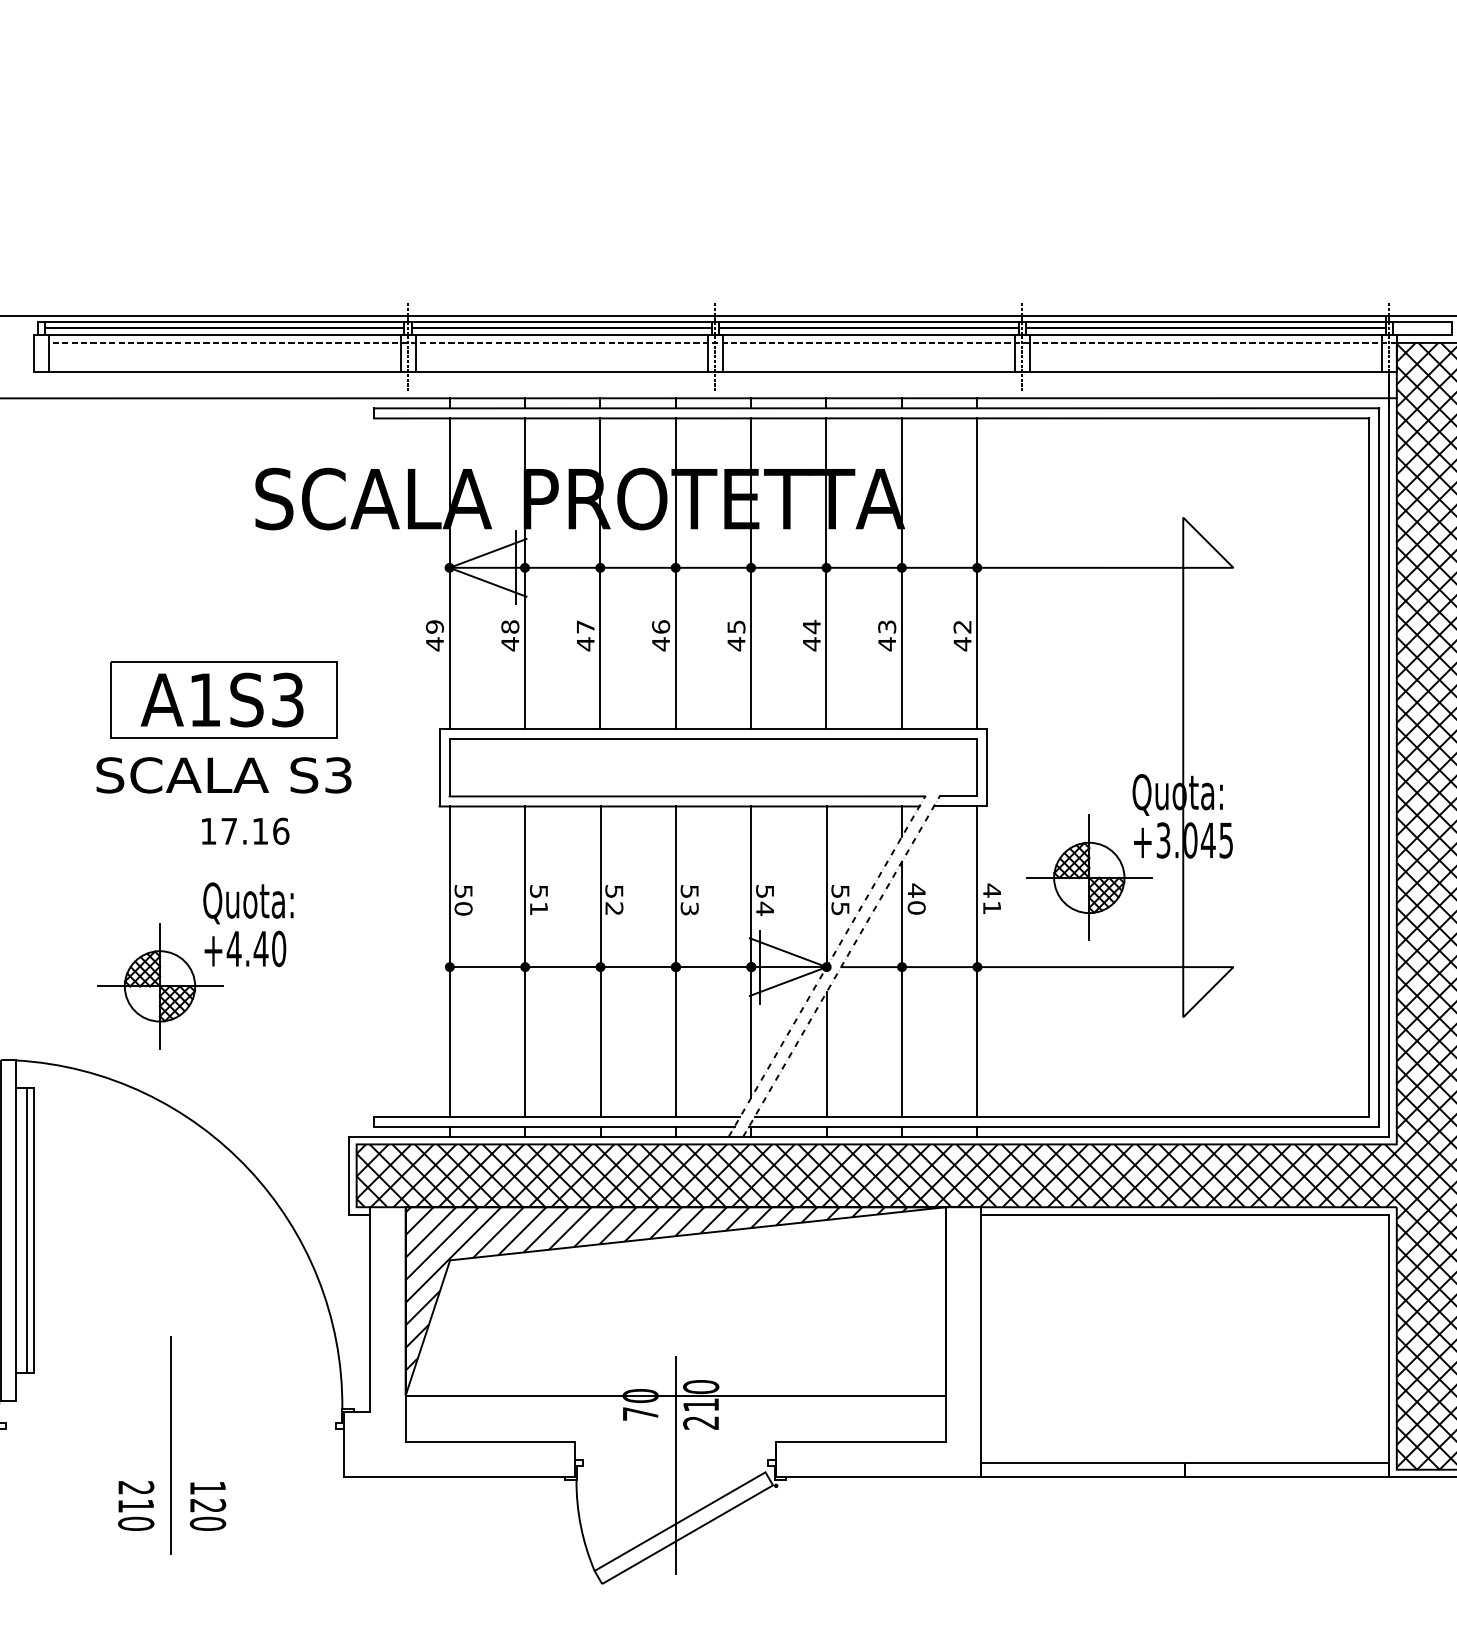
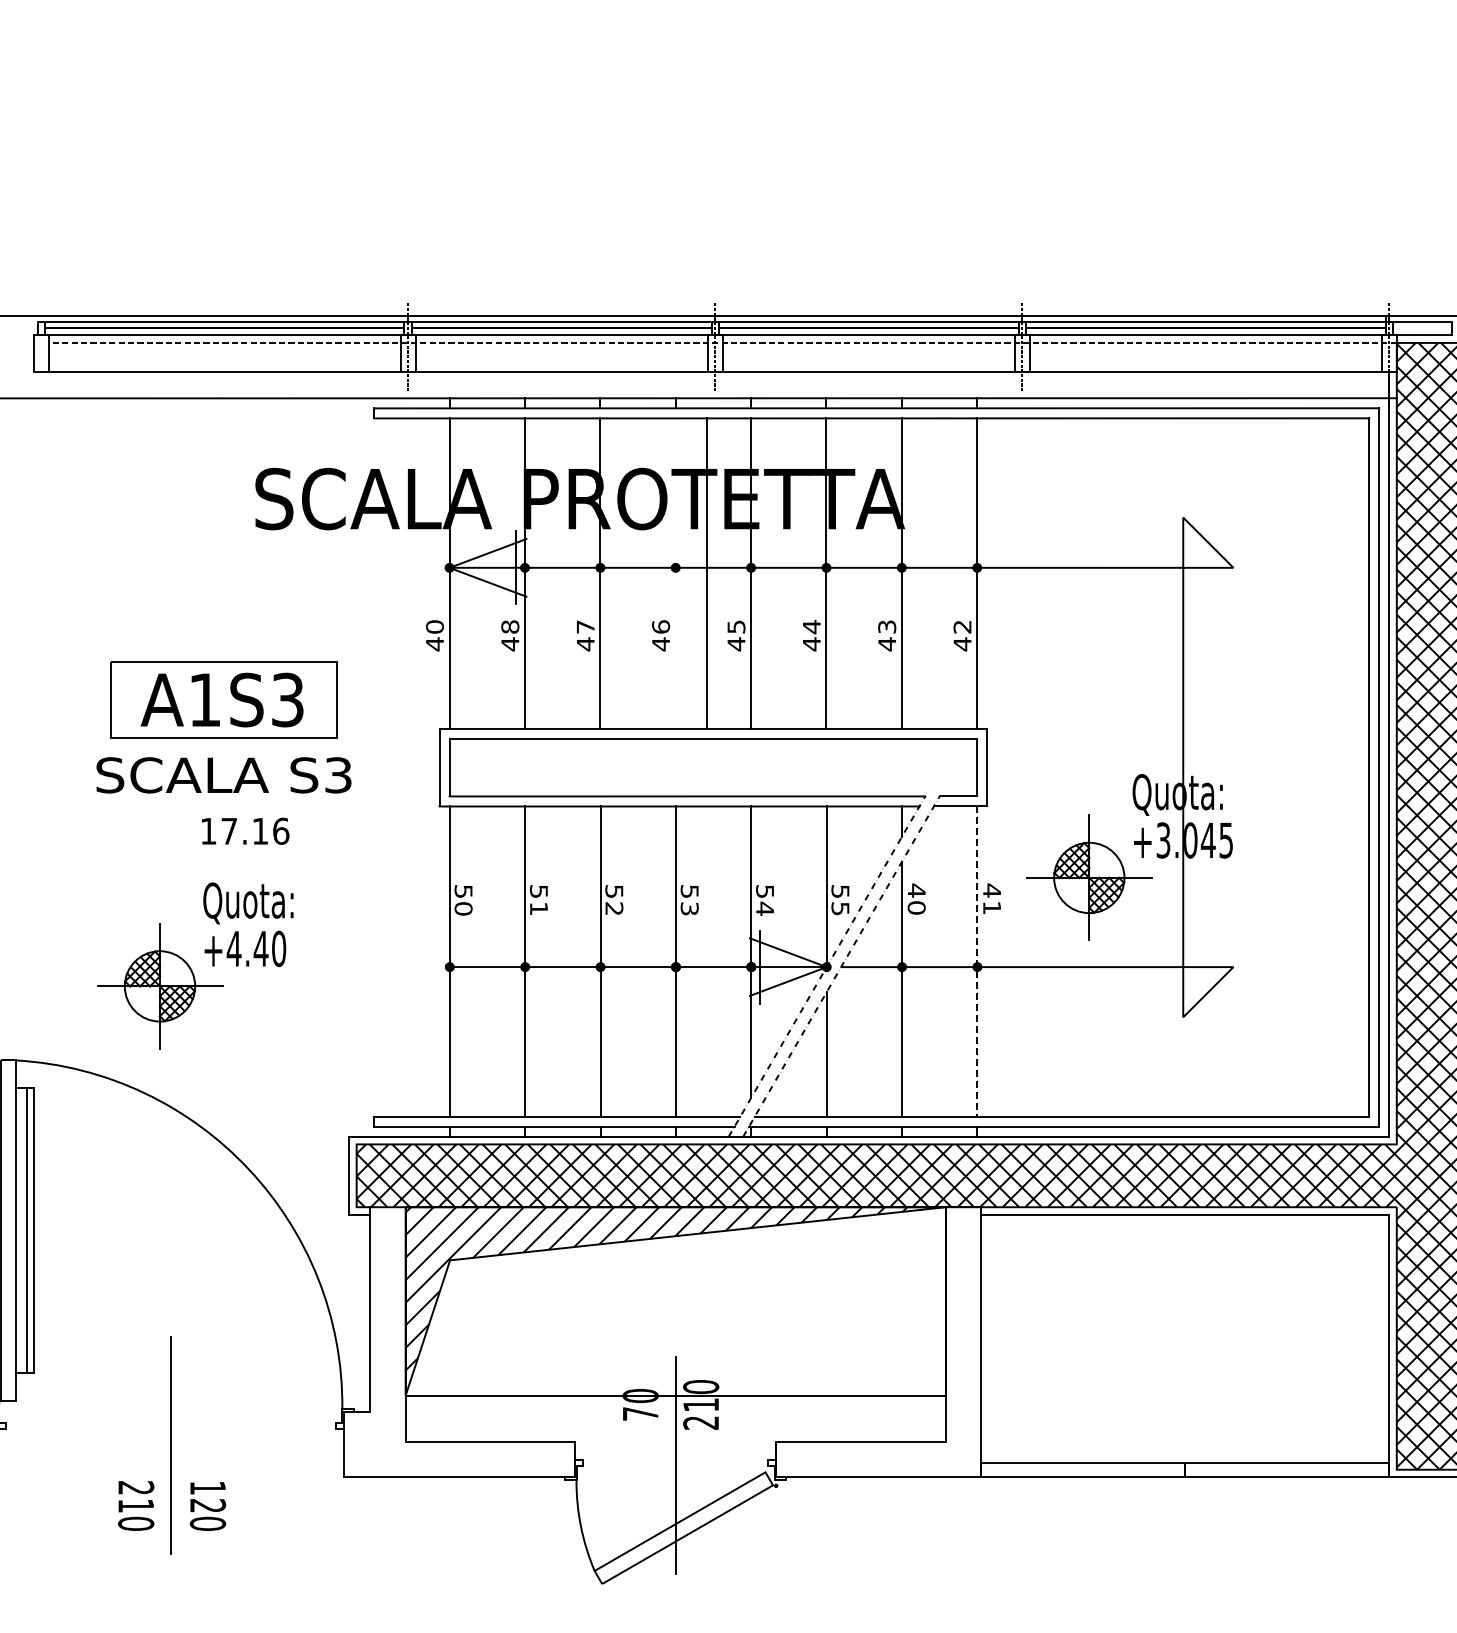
line at (675, 573) position: (675, 573) -> (706, 573)
text at (434, 626): 49 -> 40
line at (977, 962): solid -> dashed
